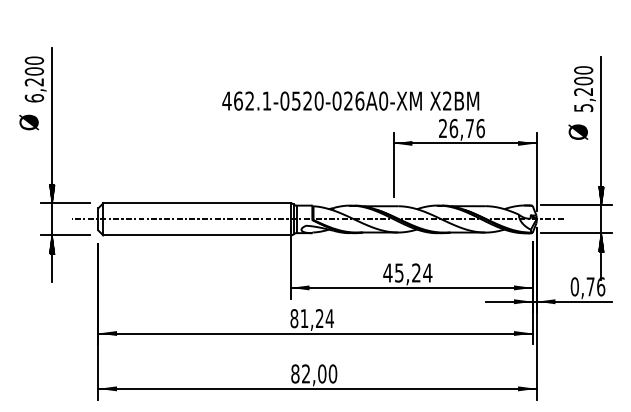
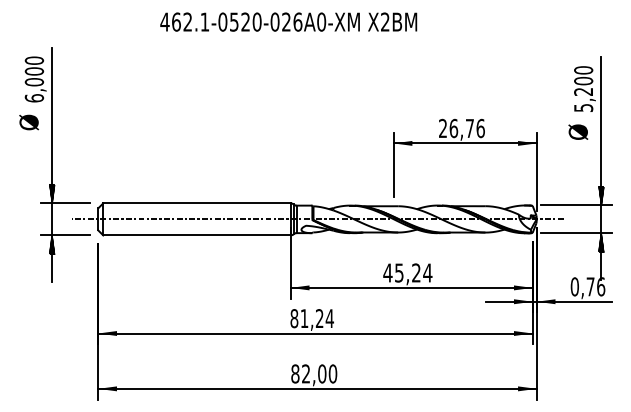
text at (34, 82): 6,200 -> 6,000
text at (350, 100) position: (350, 100) -> (288, 21)
